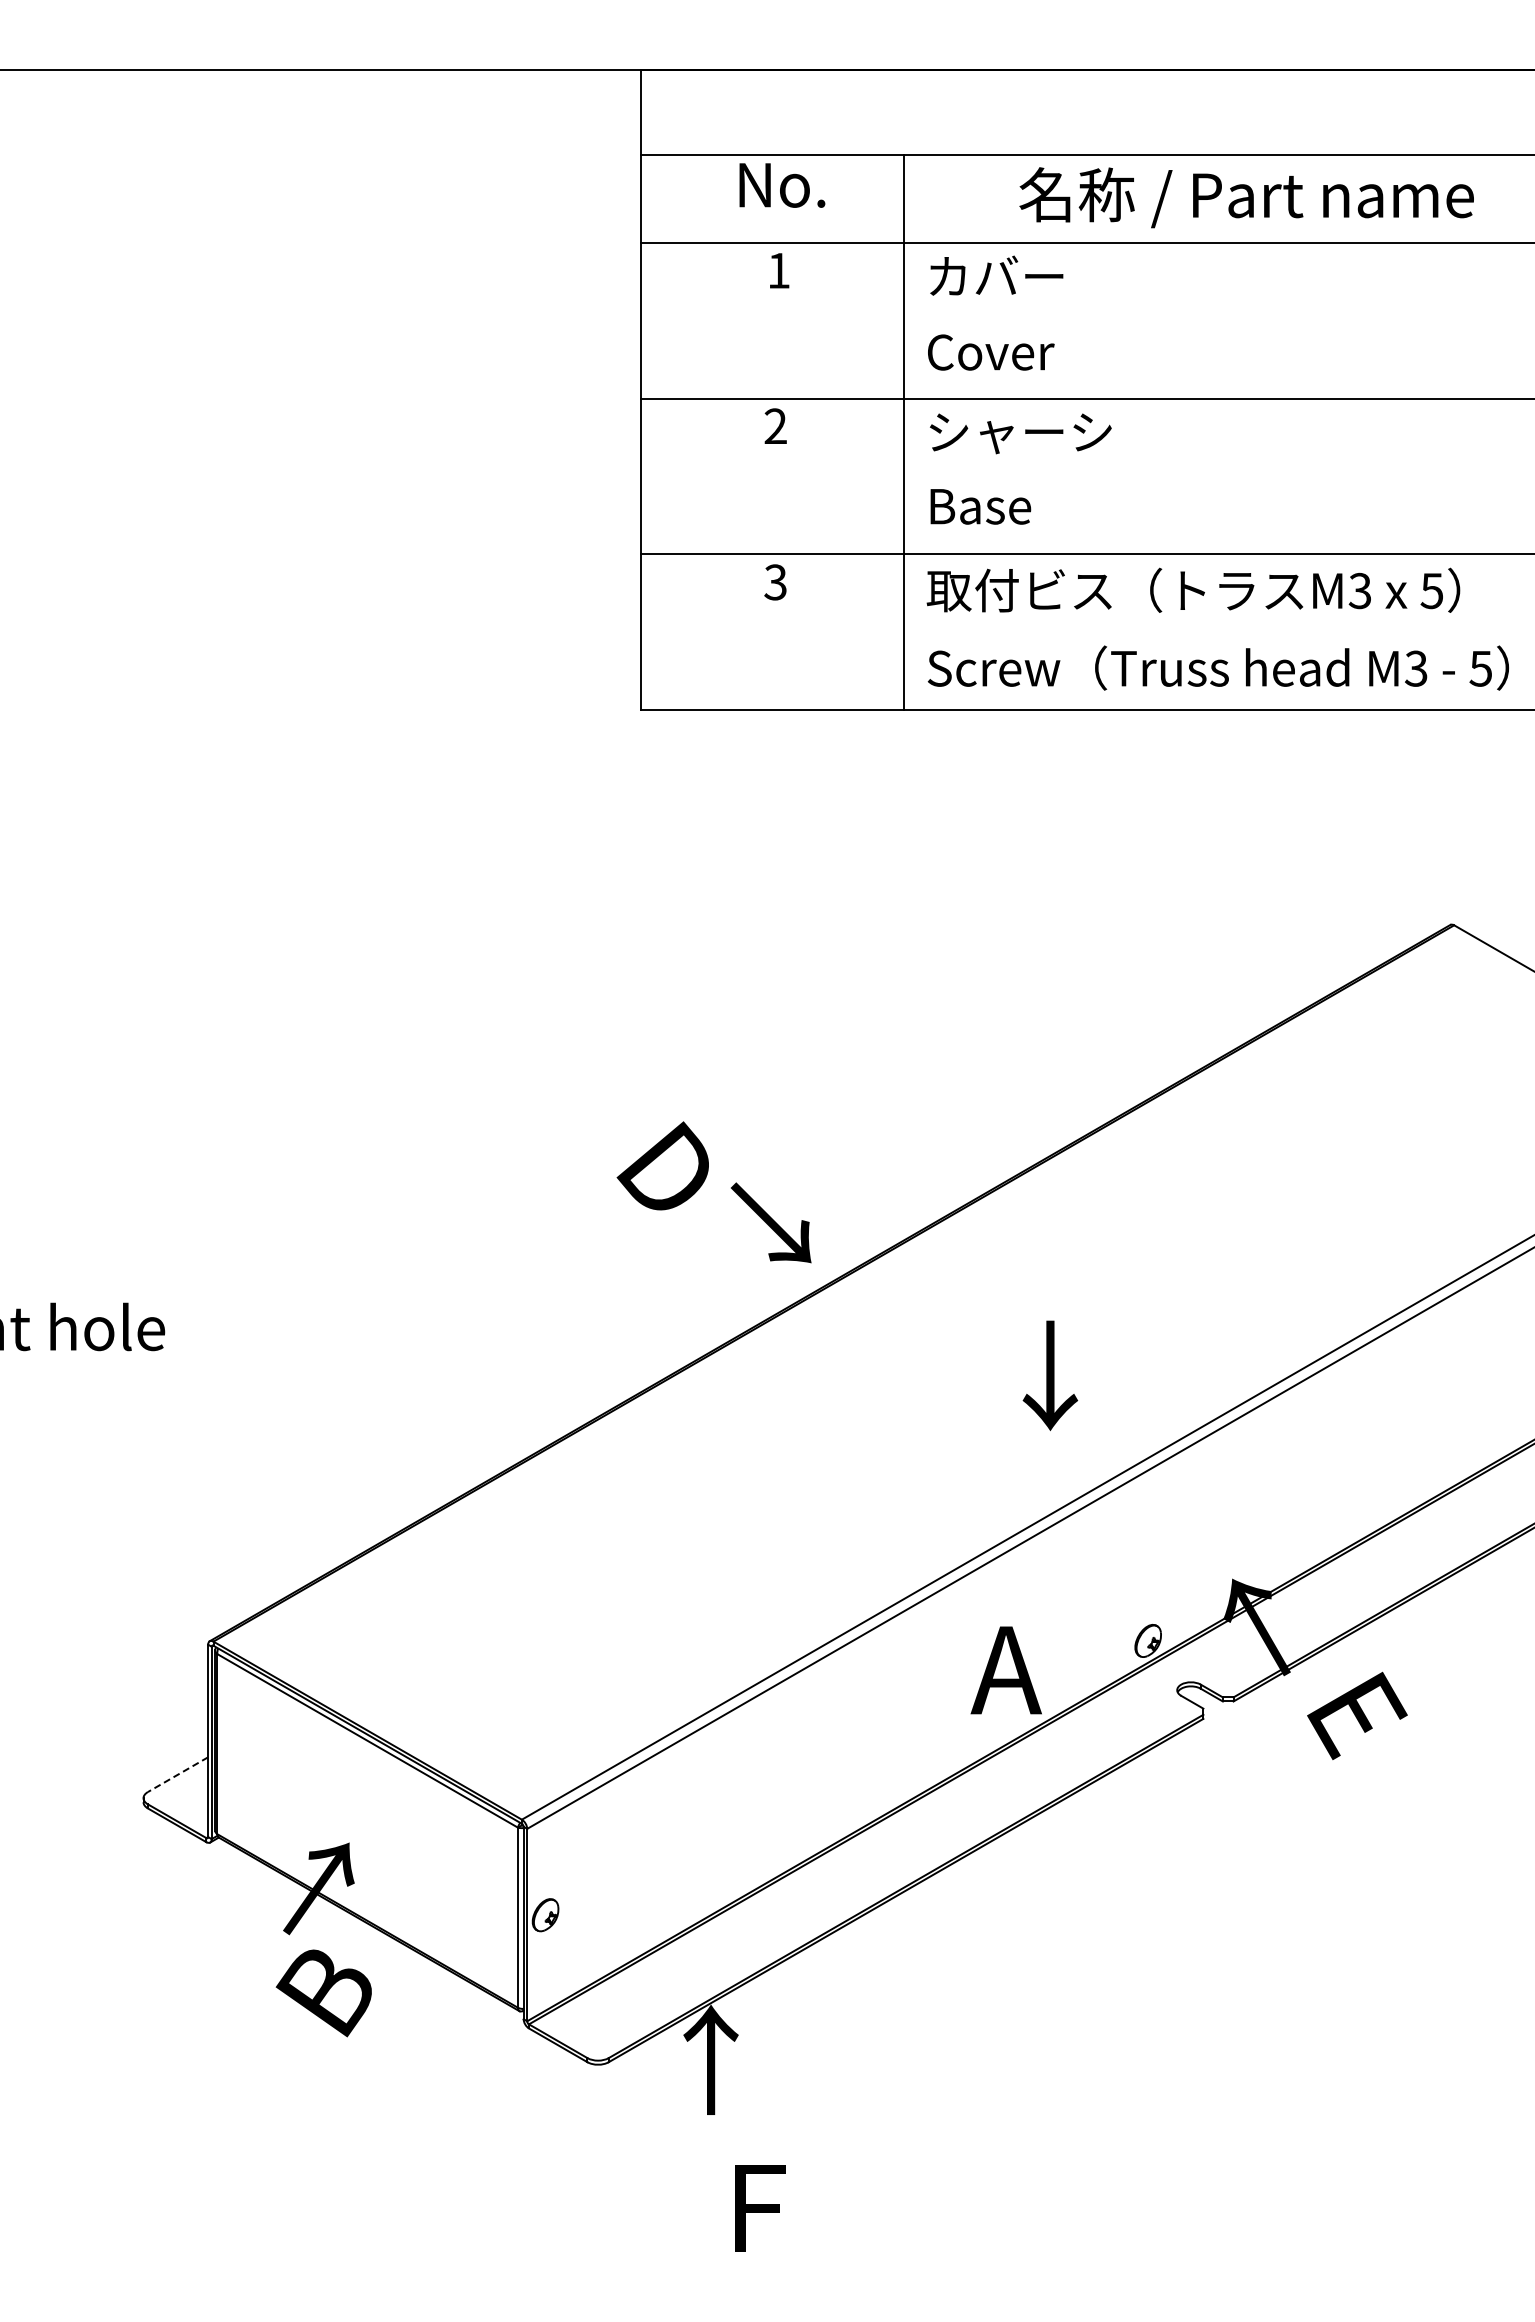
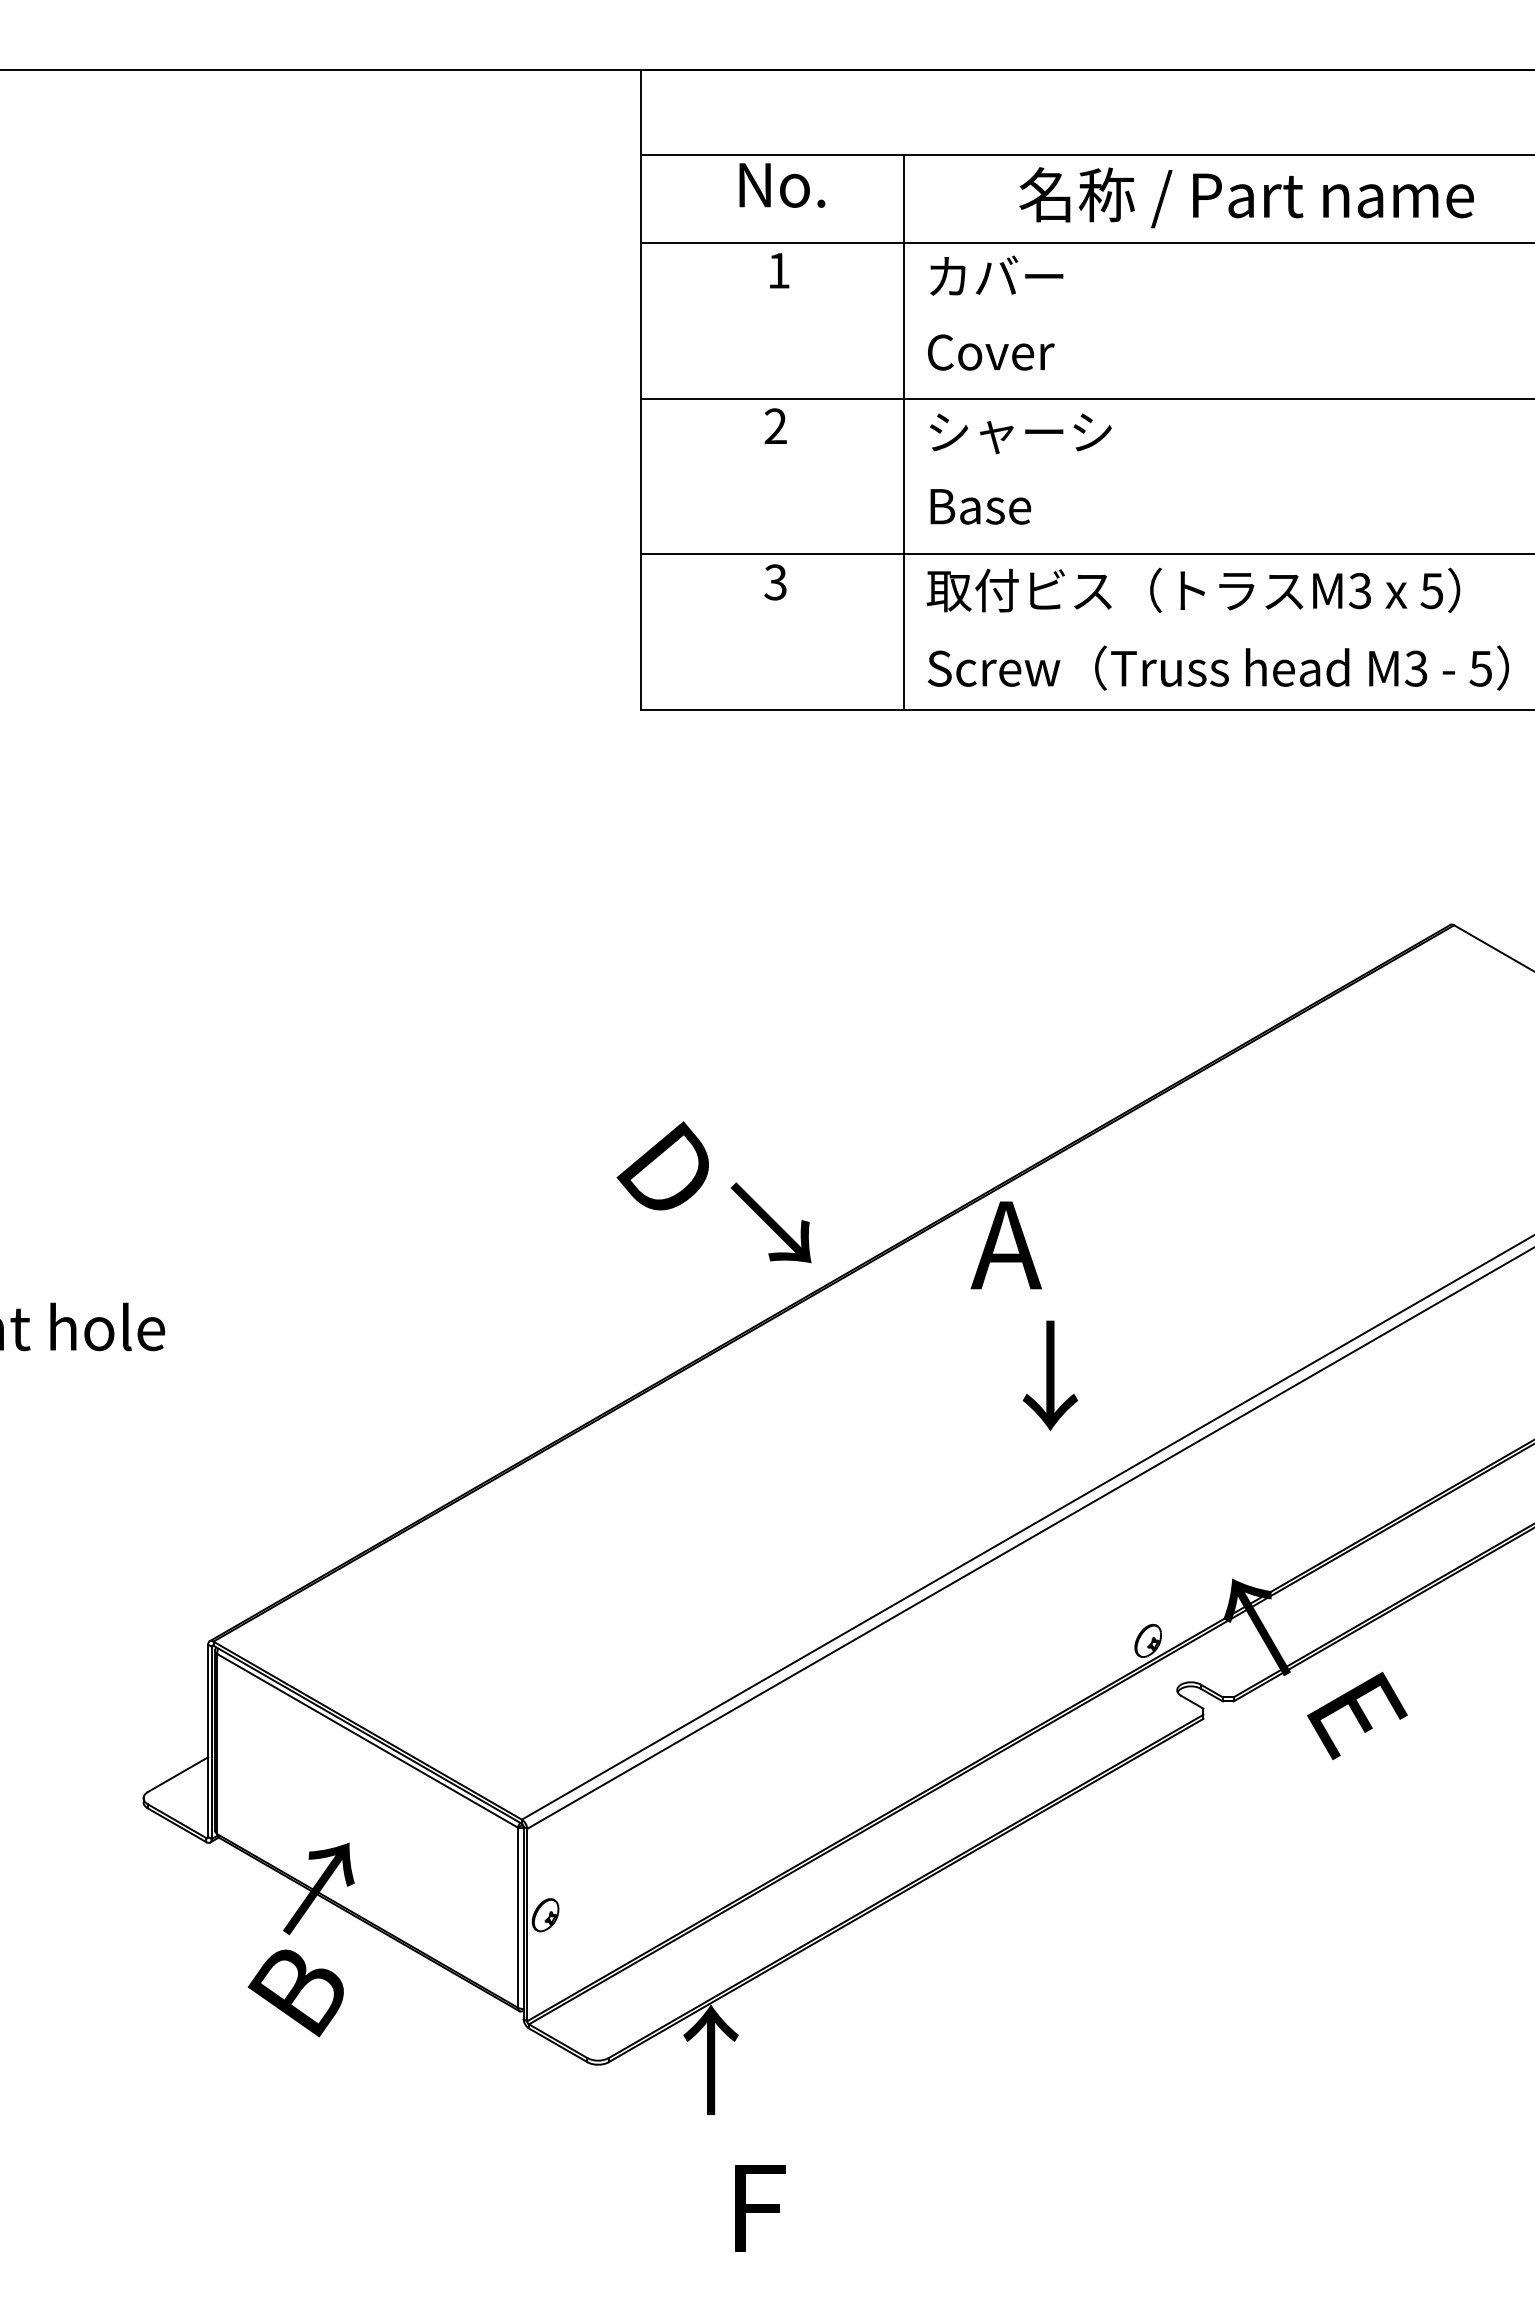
text at (1005, 1670) position: (1005, 1670) -> (1005, 1245)
line at (178, 1774): dashed -> solid
text at (323, 1993) position: (323, 1993) -> (295, 1993)
